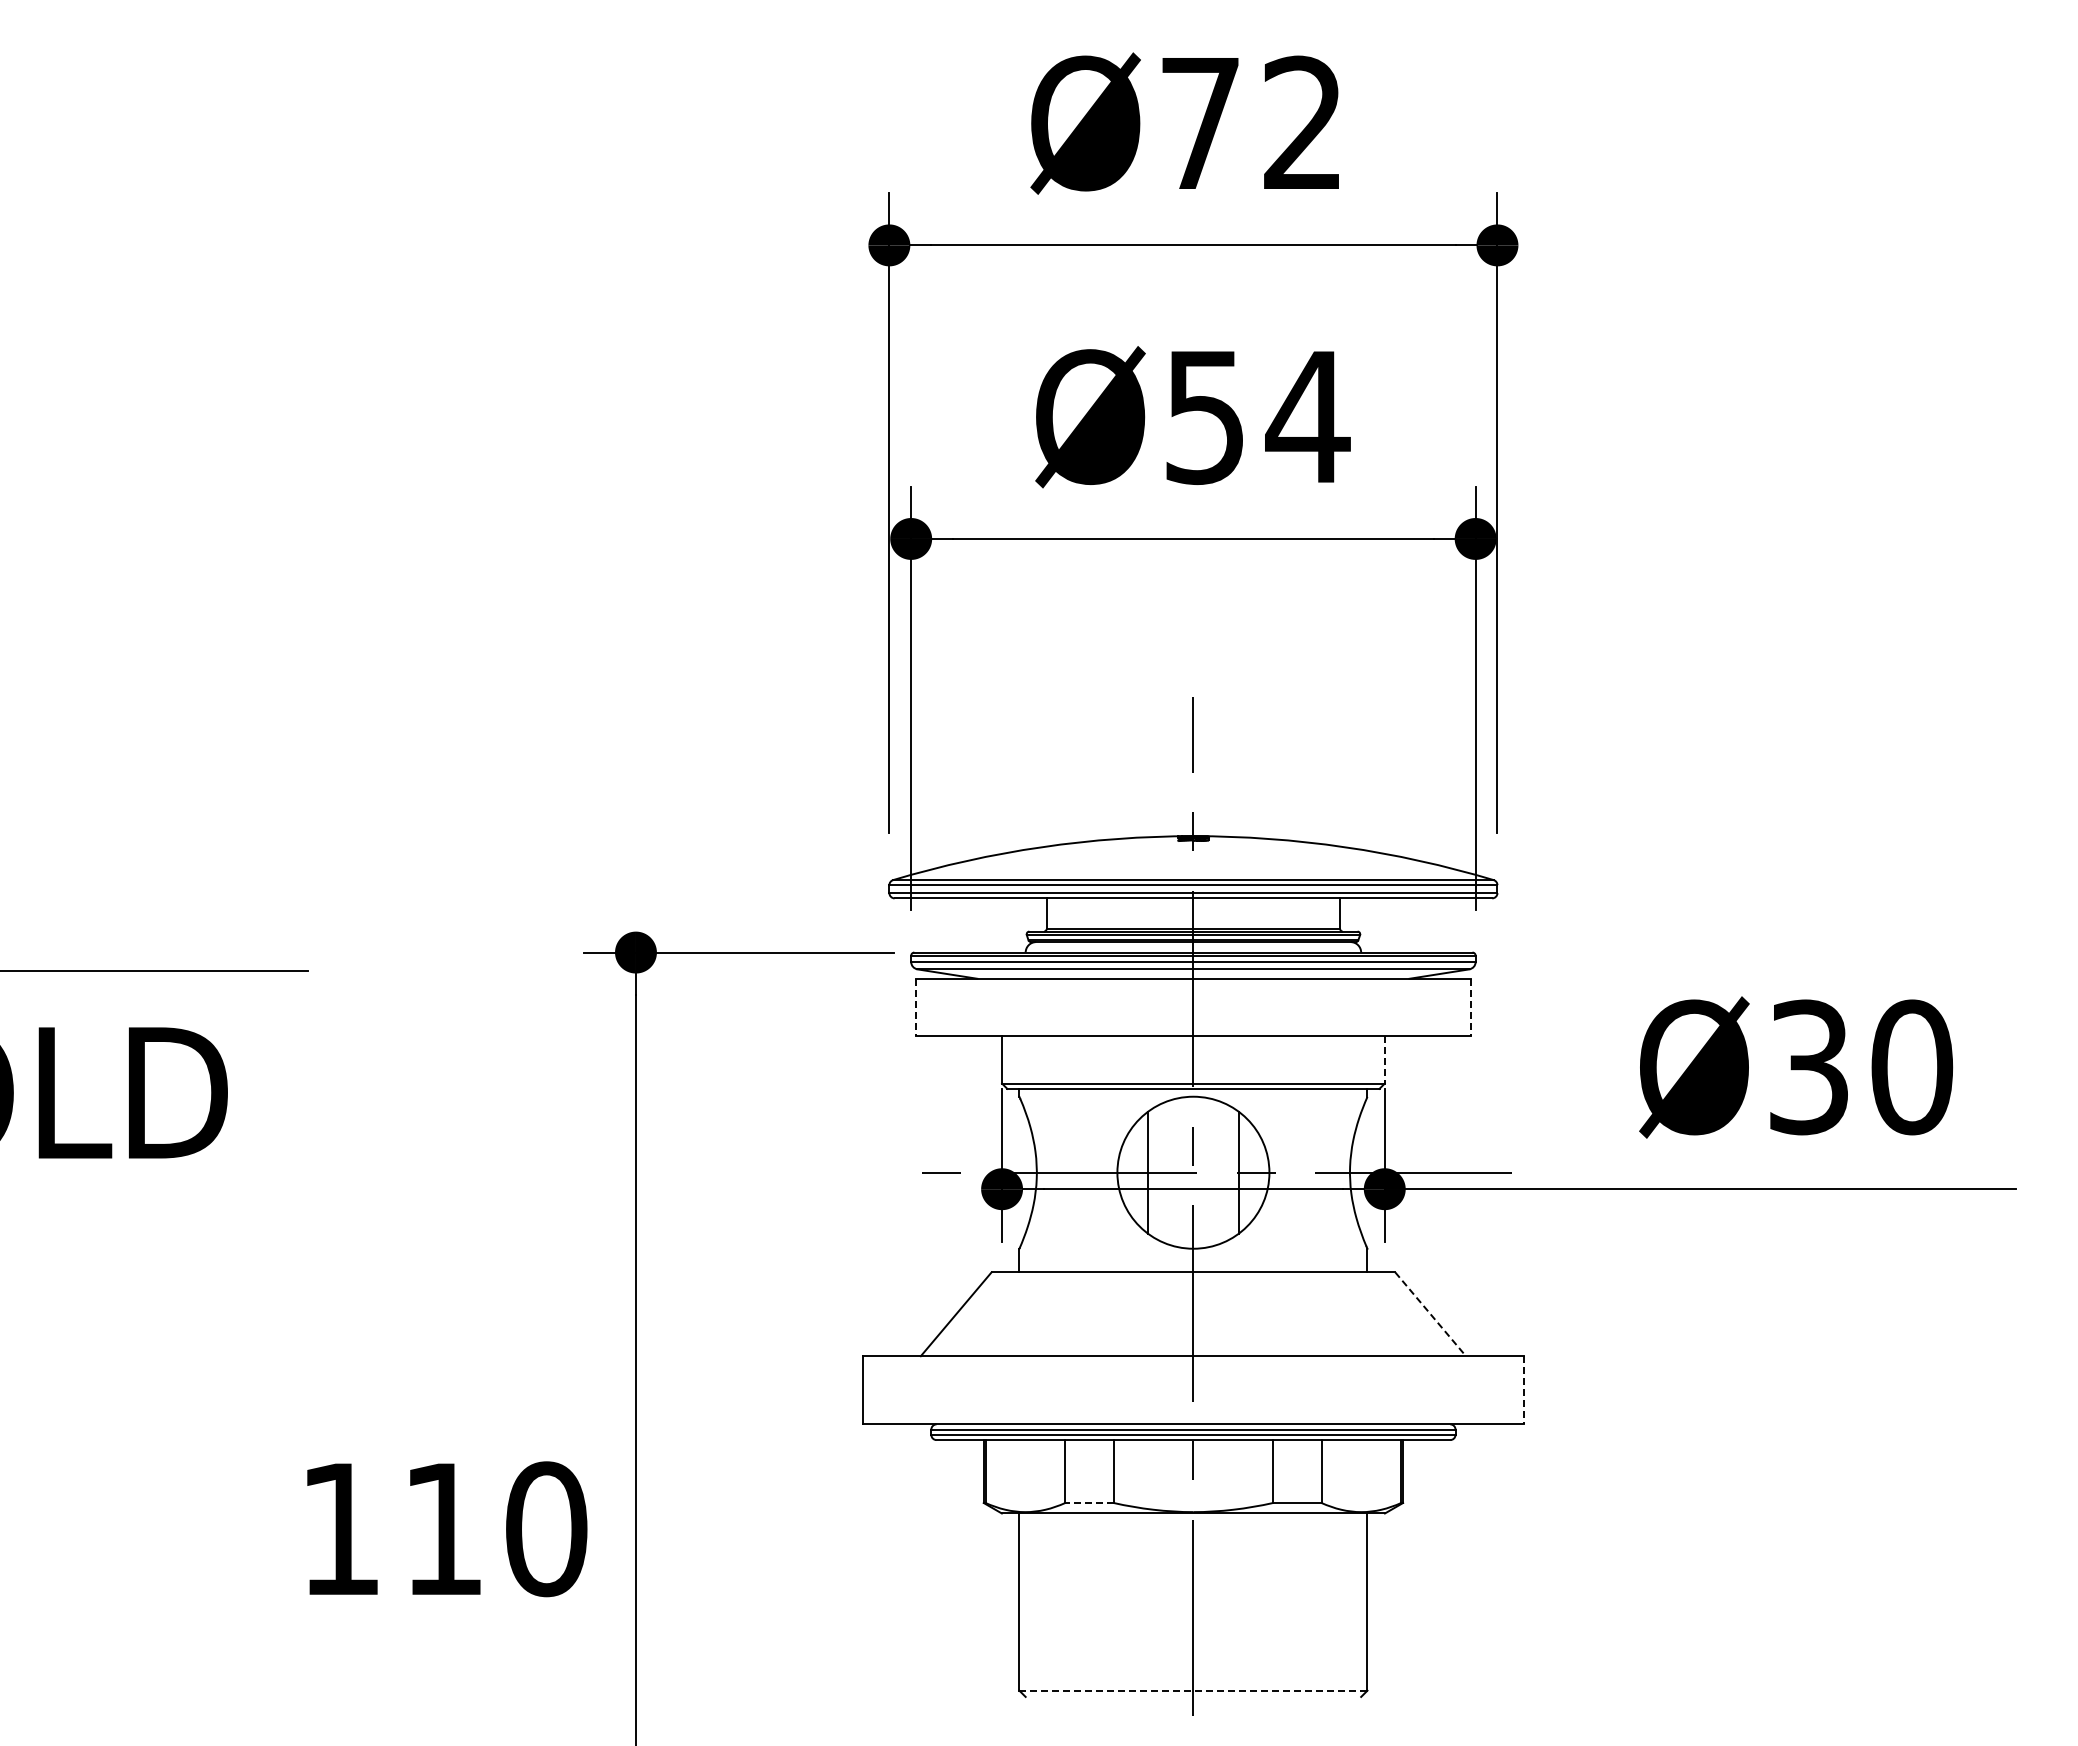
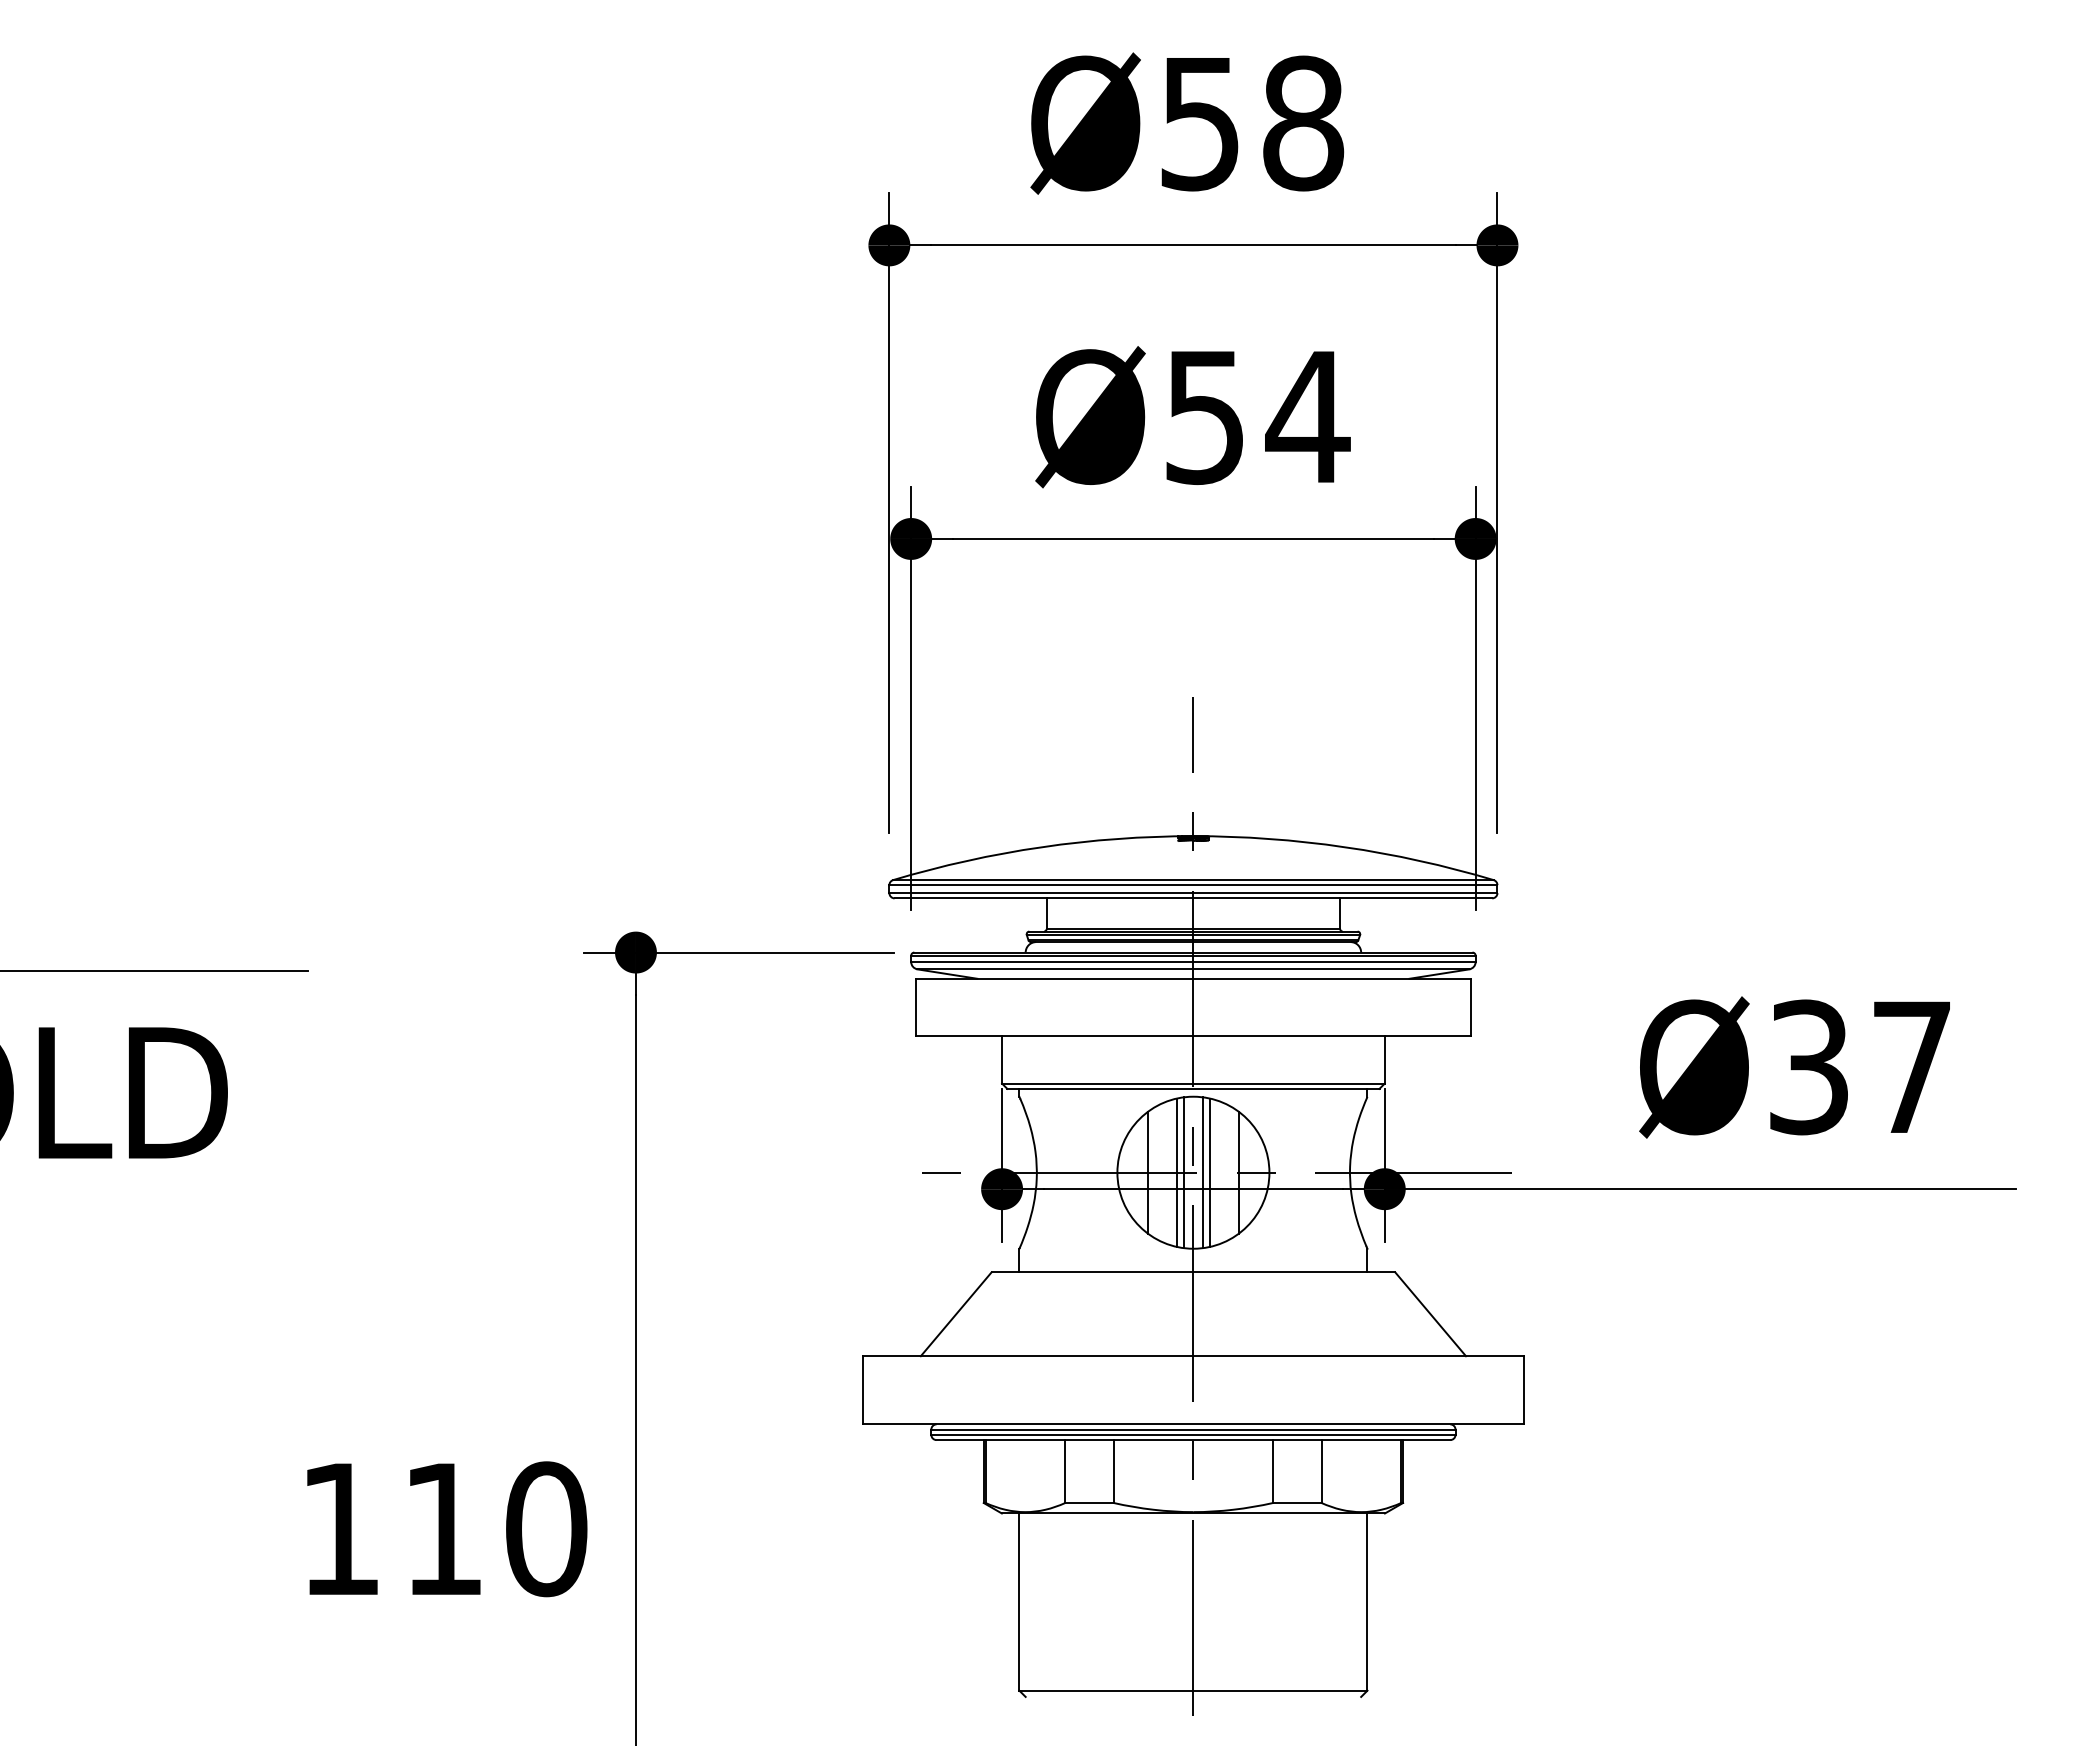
text at (1252, 123): Ø72 -> Ø58
line at (915, 1007): dashed -> solid
line at (1471, 1007): dashed -> solid
line at (1384, 1060): dashed -> solid
text at (1912, 1067): Ø30 -> Ø37
line at (1177, 1172): none -> present
line at (1183, 1172): none -> present
line at (1202, 1172): none -> present
line at (1209, 1172): none -> present
line at (1430, 1314): dashed -> solid
line at (1523, 1390): dashed -> solid
line at (1089, 1503): dashed -> solid
line at (1193, 1690): dashed -> solid
